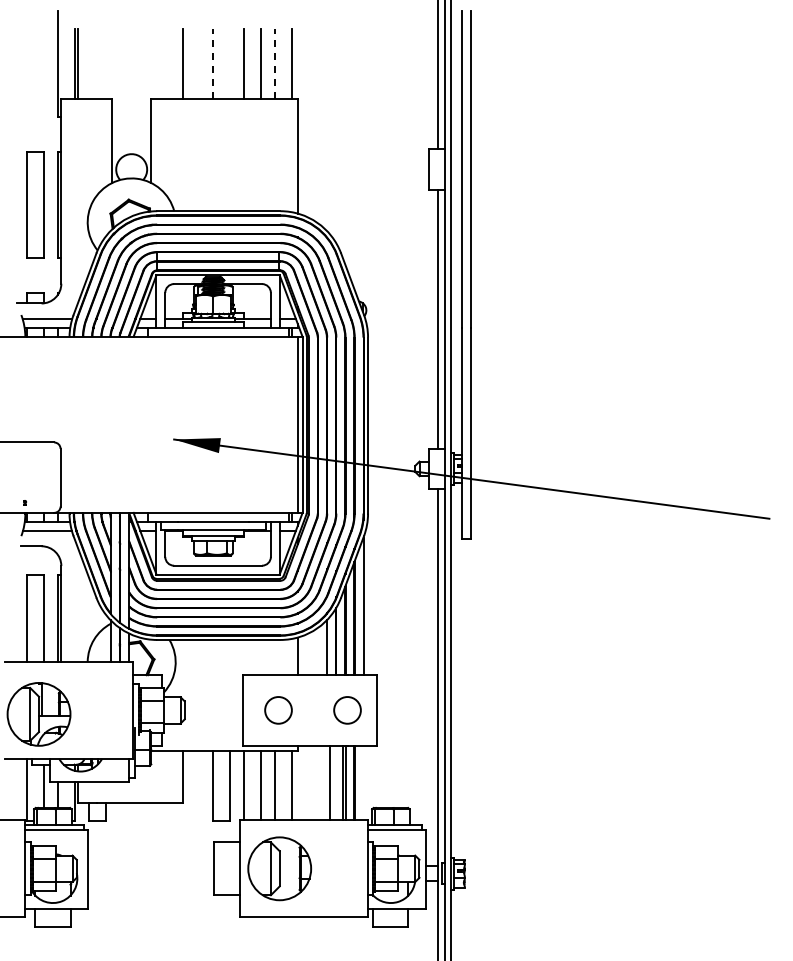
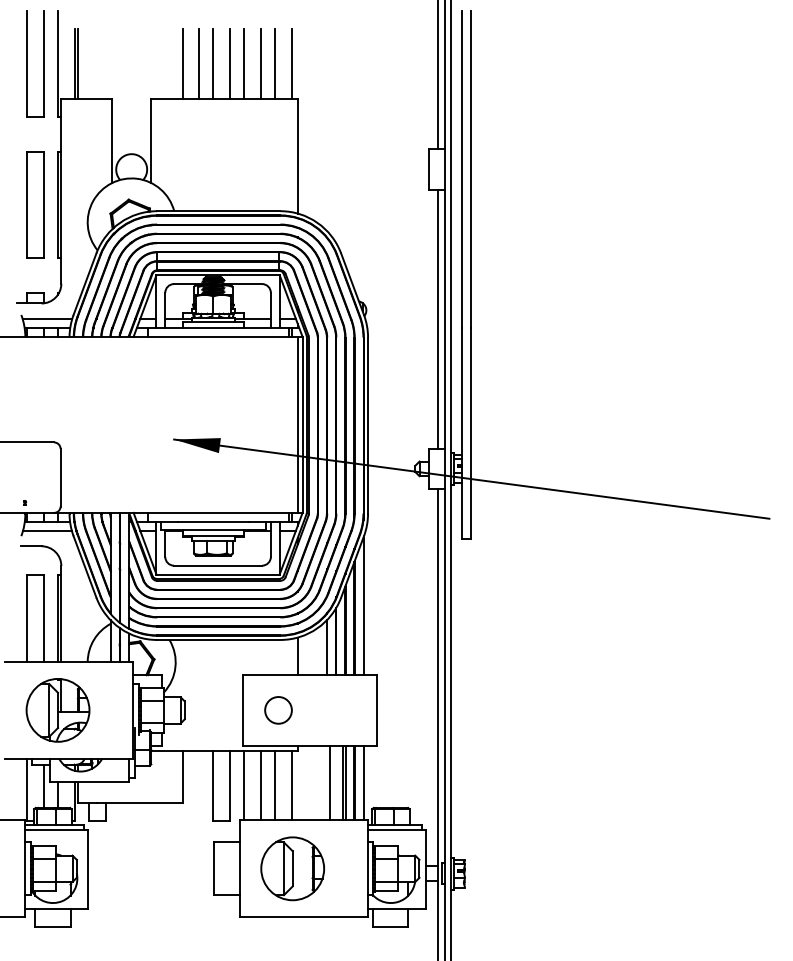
part at (27, 63): none -> present
line at (199, 63): none -> present
line at (212, 63): dashed -> solid
line at (230, 63): none -> present
line at (274, 63): dashed -> solid
circle at (347, 710): present -> none
part at (38, 714) position: (38, 714) -> (57, 710)
line at (363, 782): none -> present
part at (279, 868) position: (279, 868) -> (292, 868)
